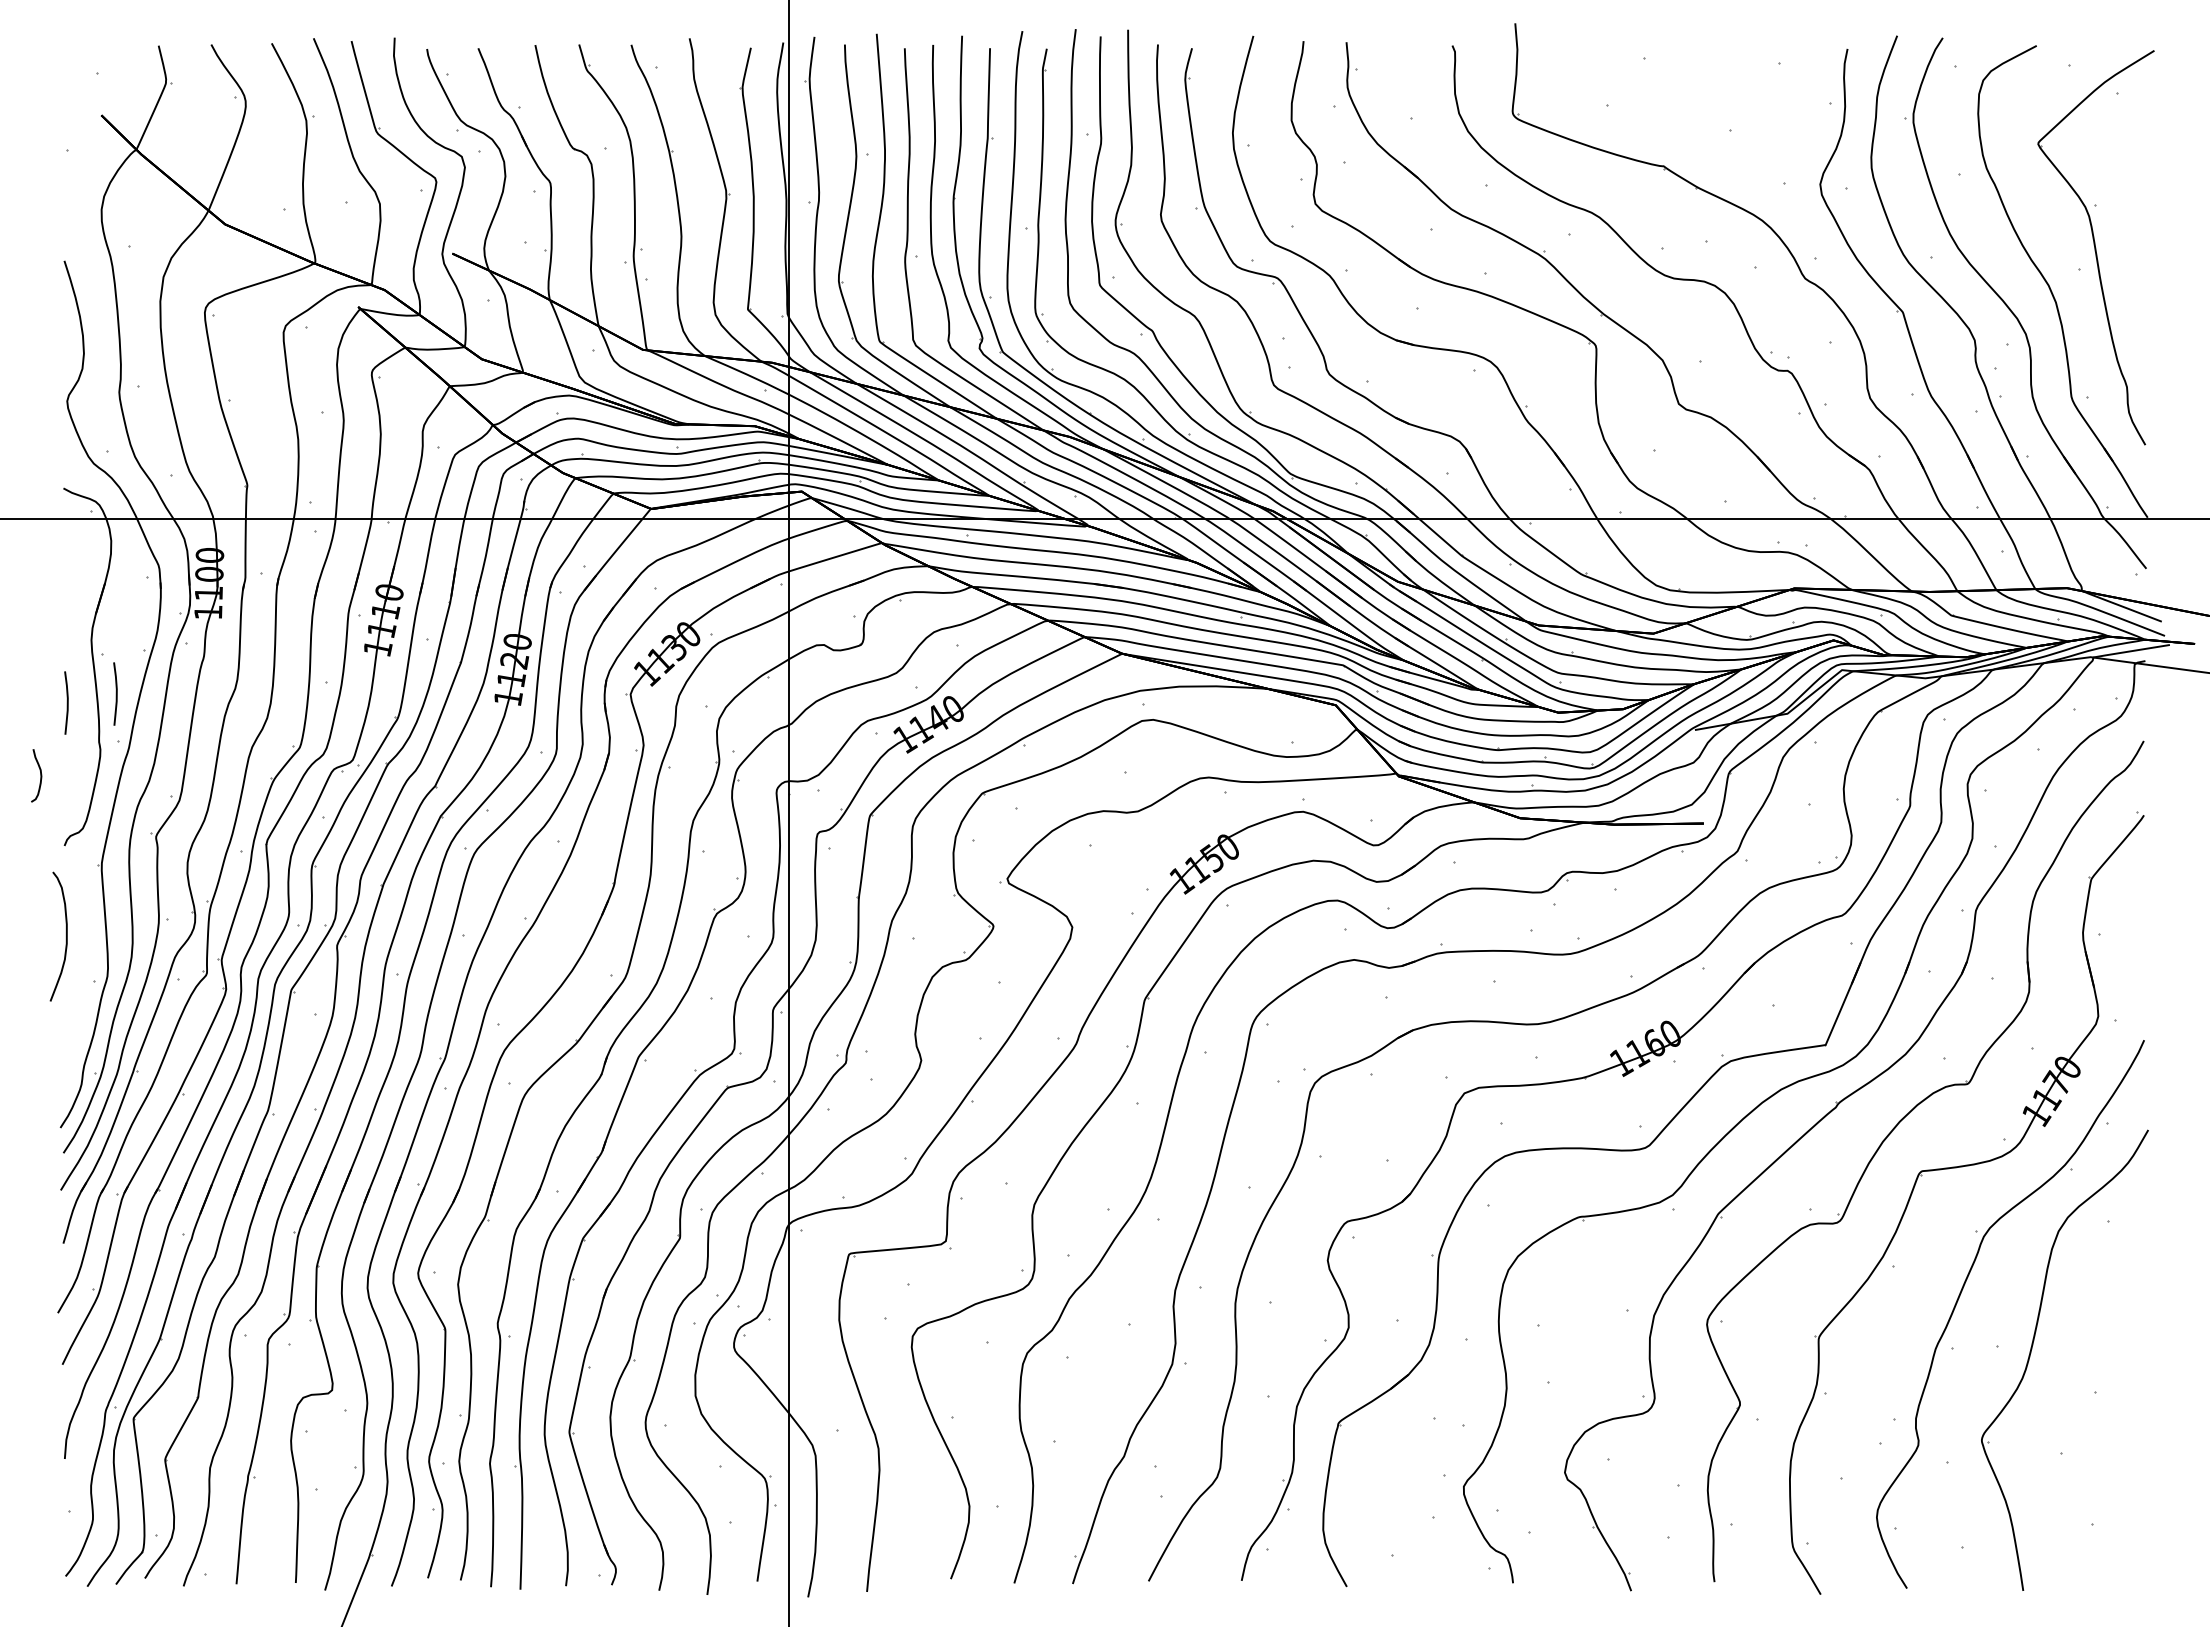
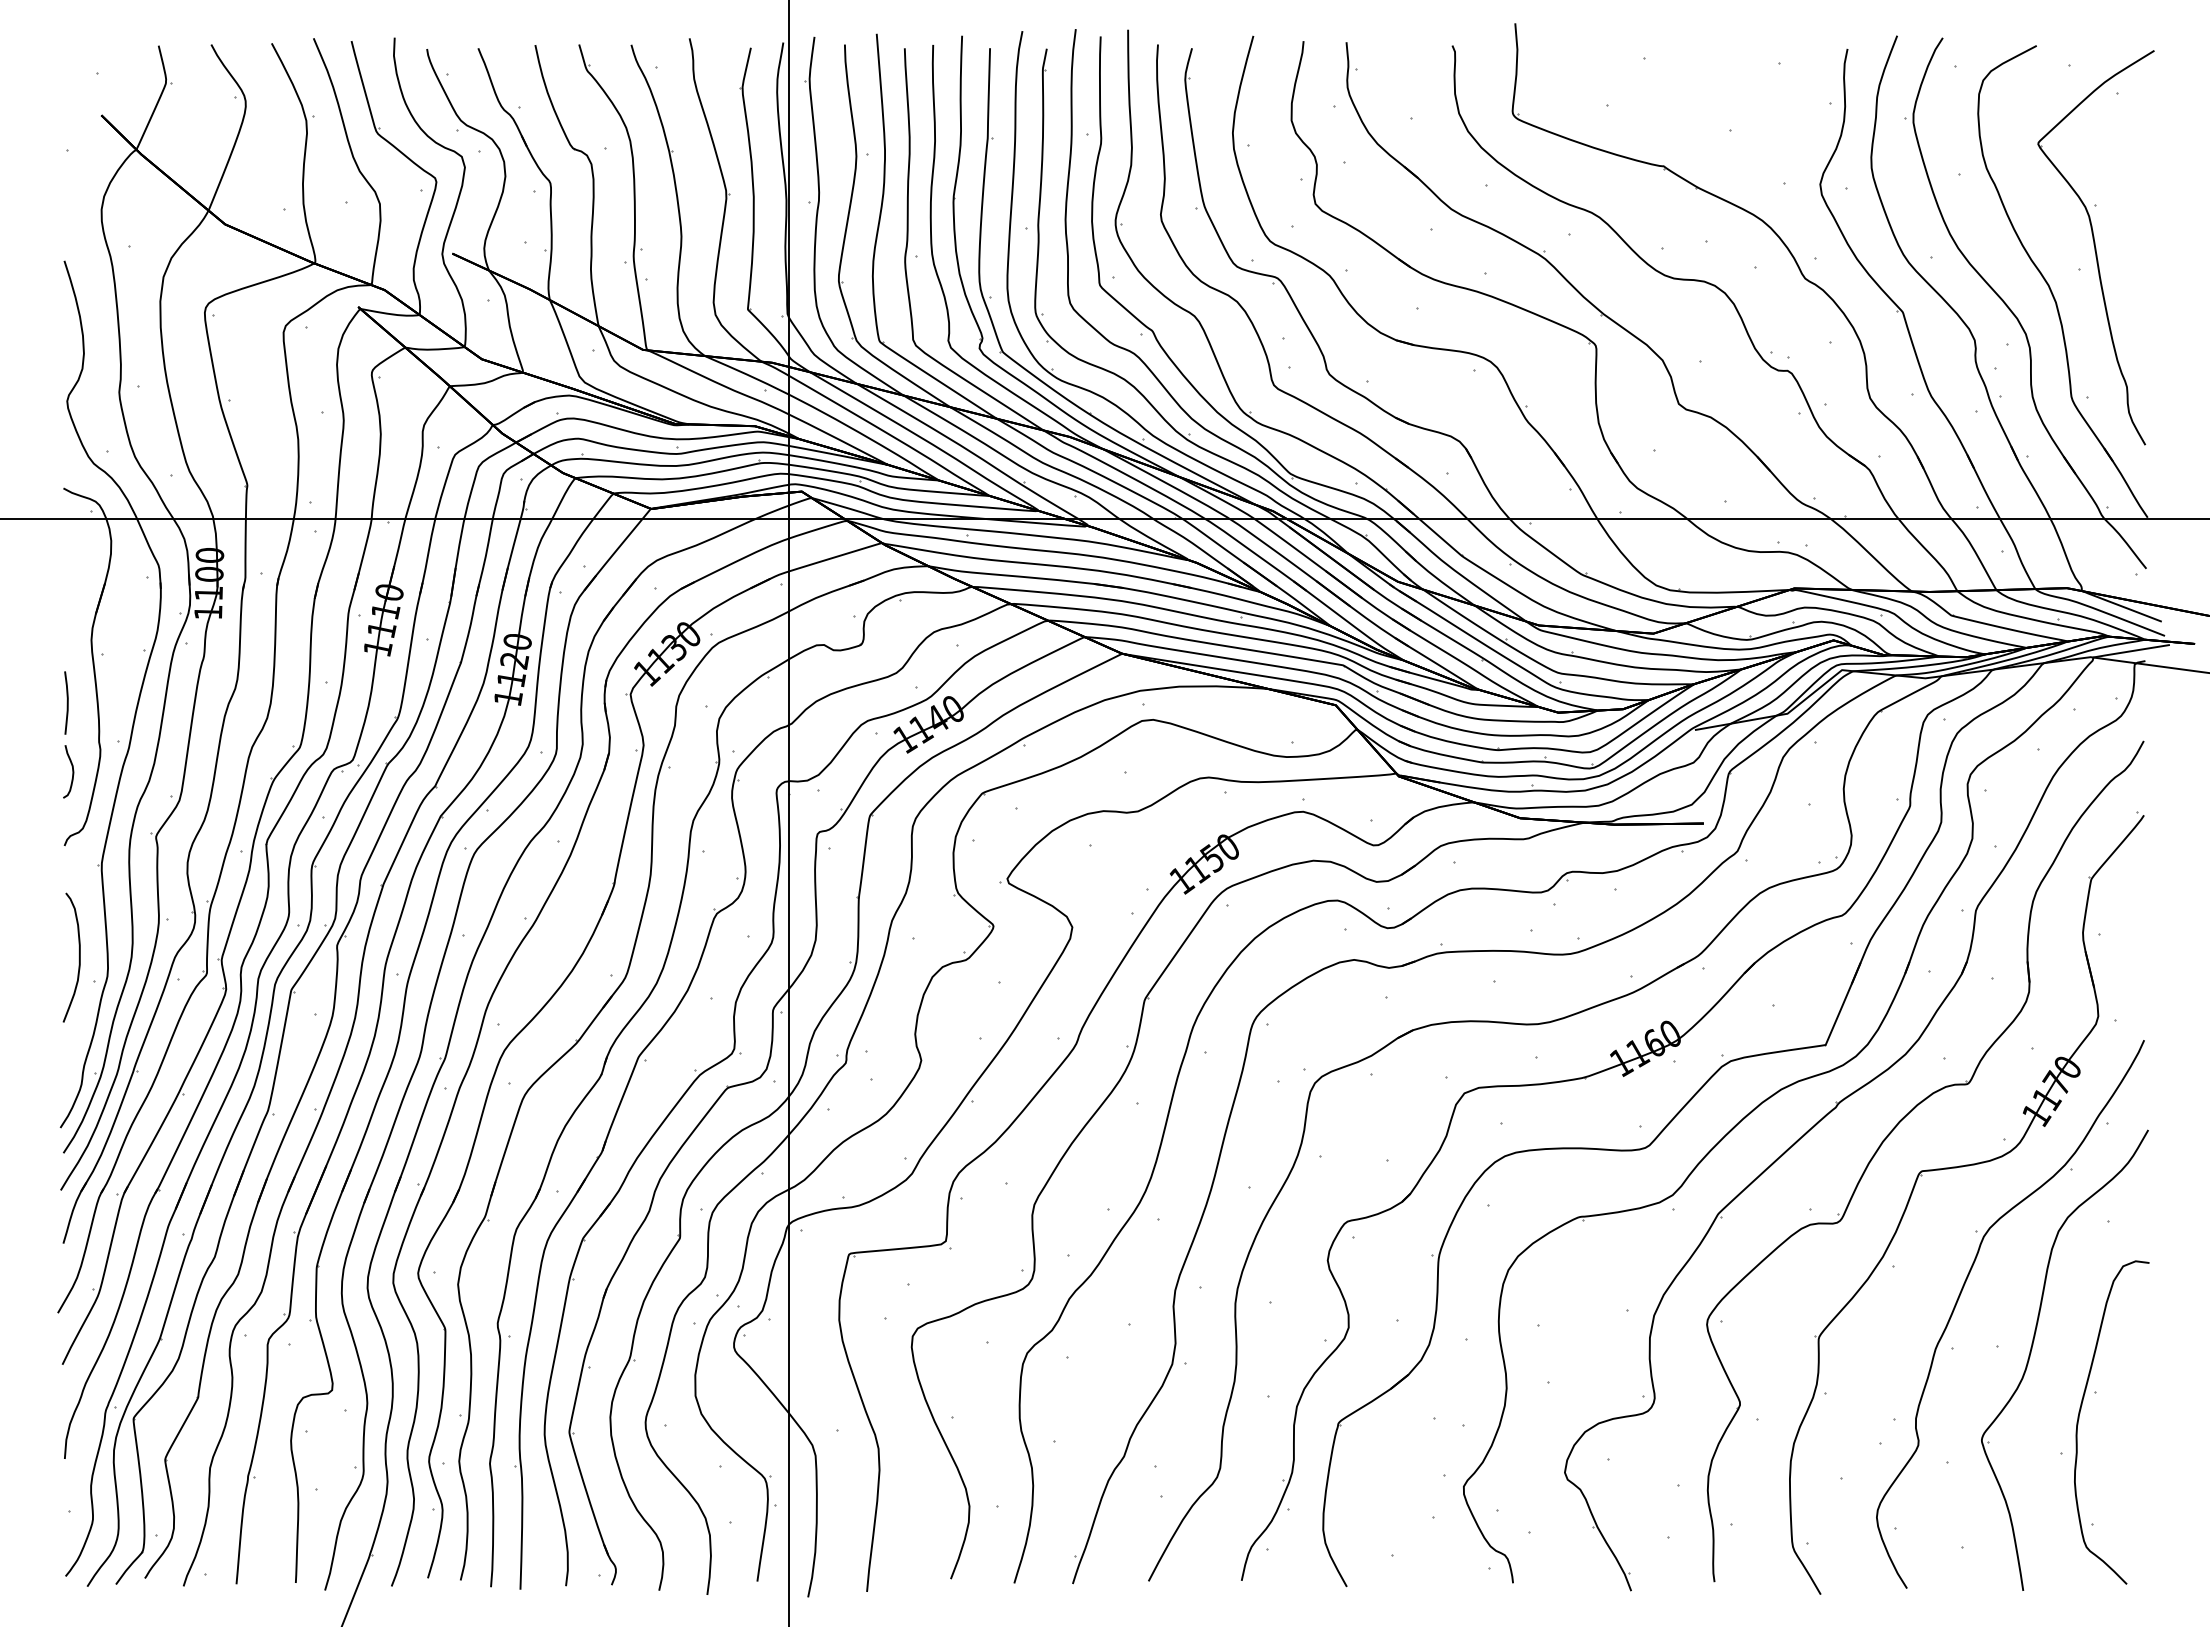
curve at (115, 693): present -> none
curve at (40, 775) position: (40, 775) -> (72, 771)
curve at (65, 936) position: (65, 936) -> (78, 957)
curve at (2079, 1419): none -> present
